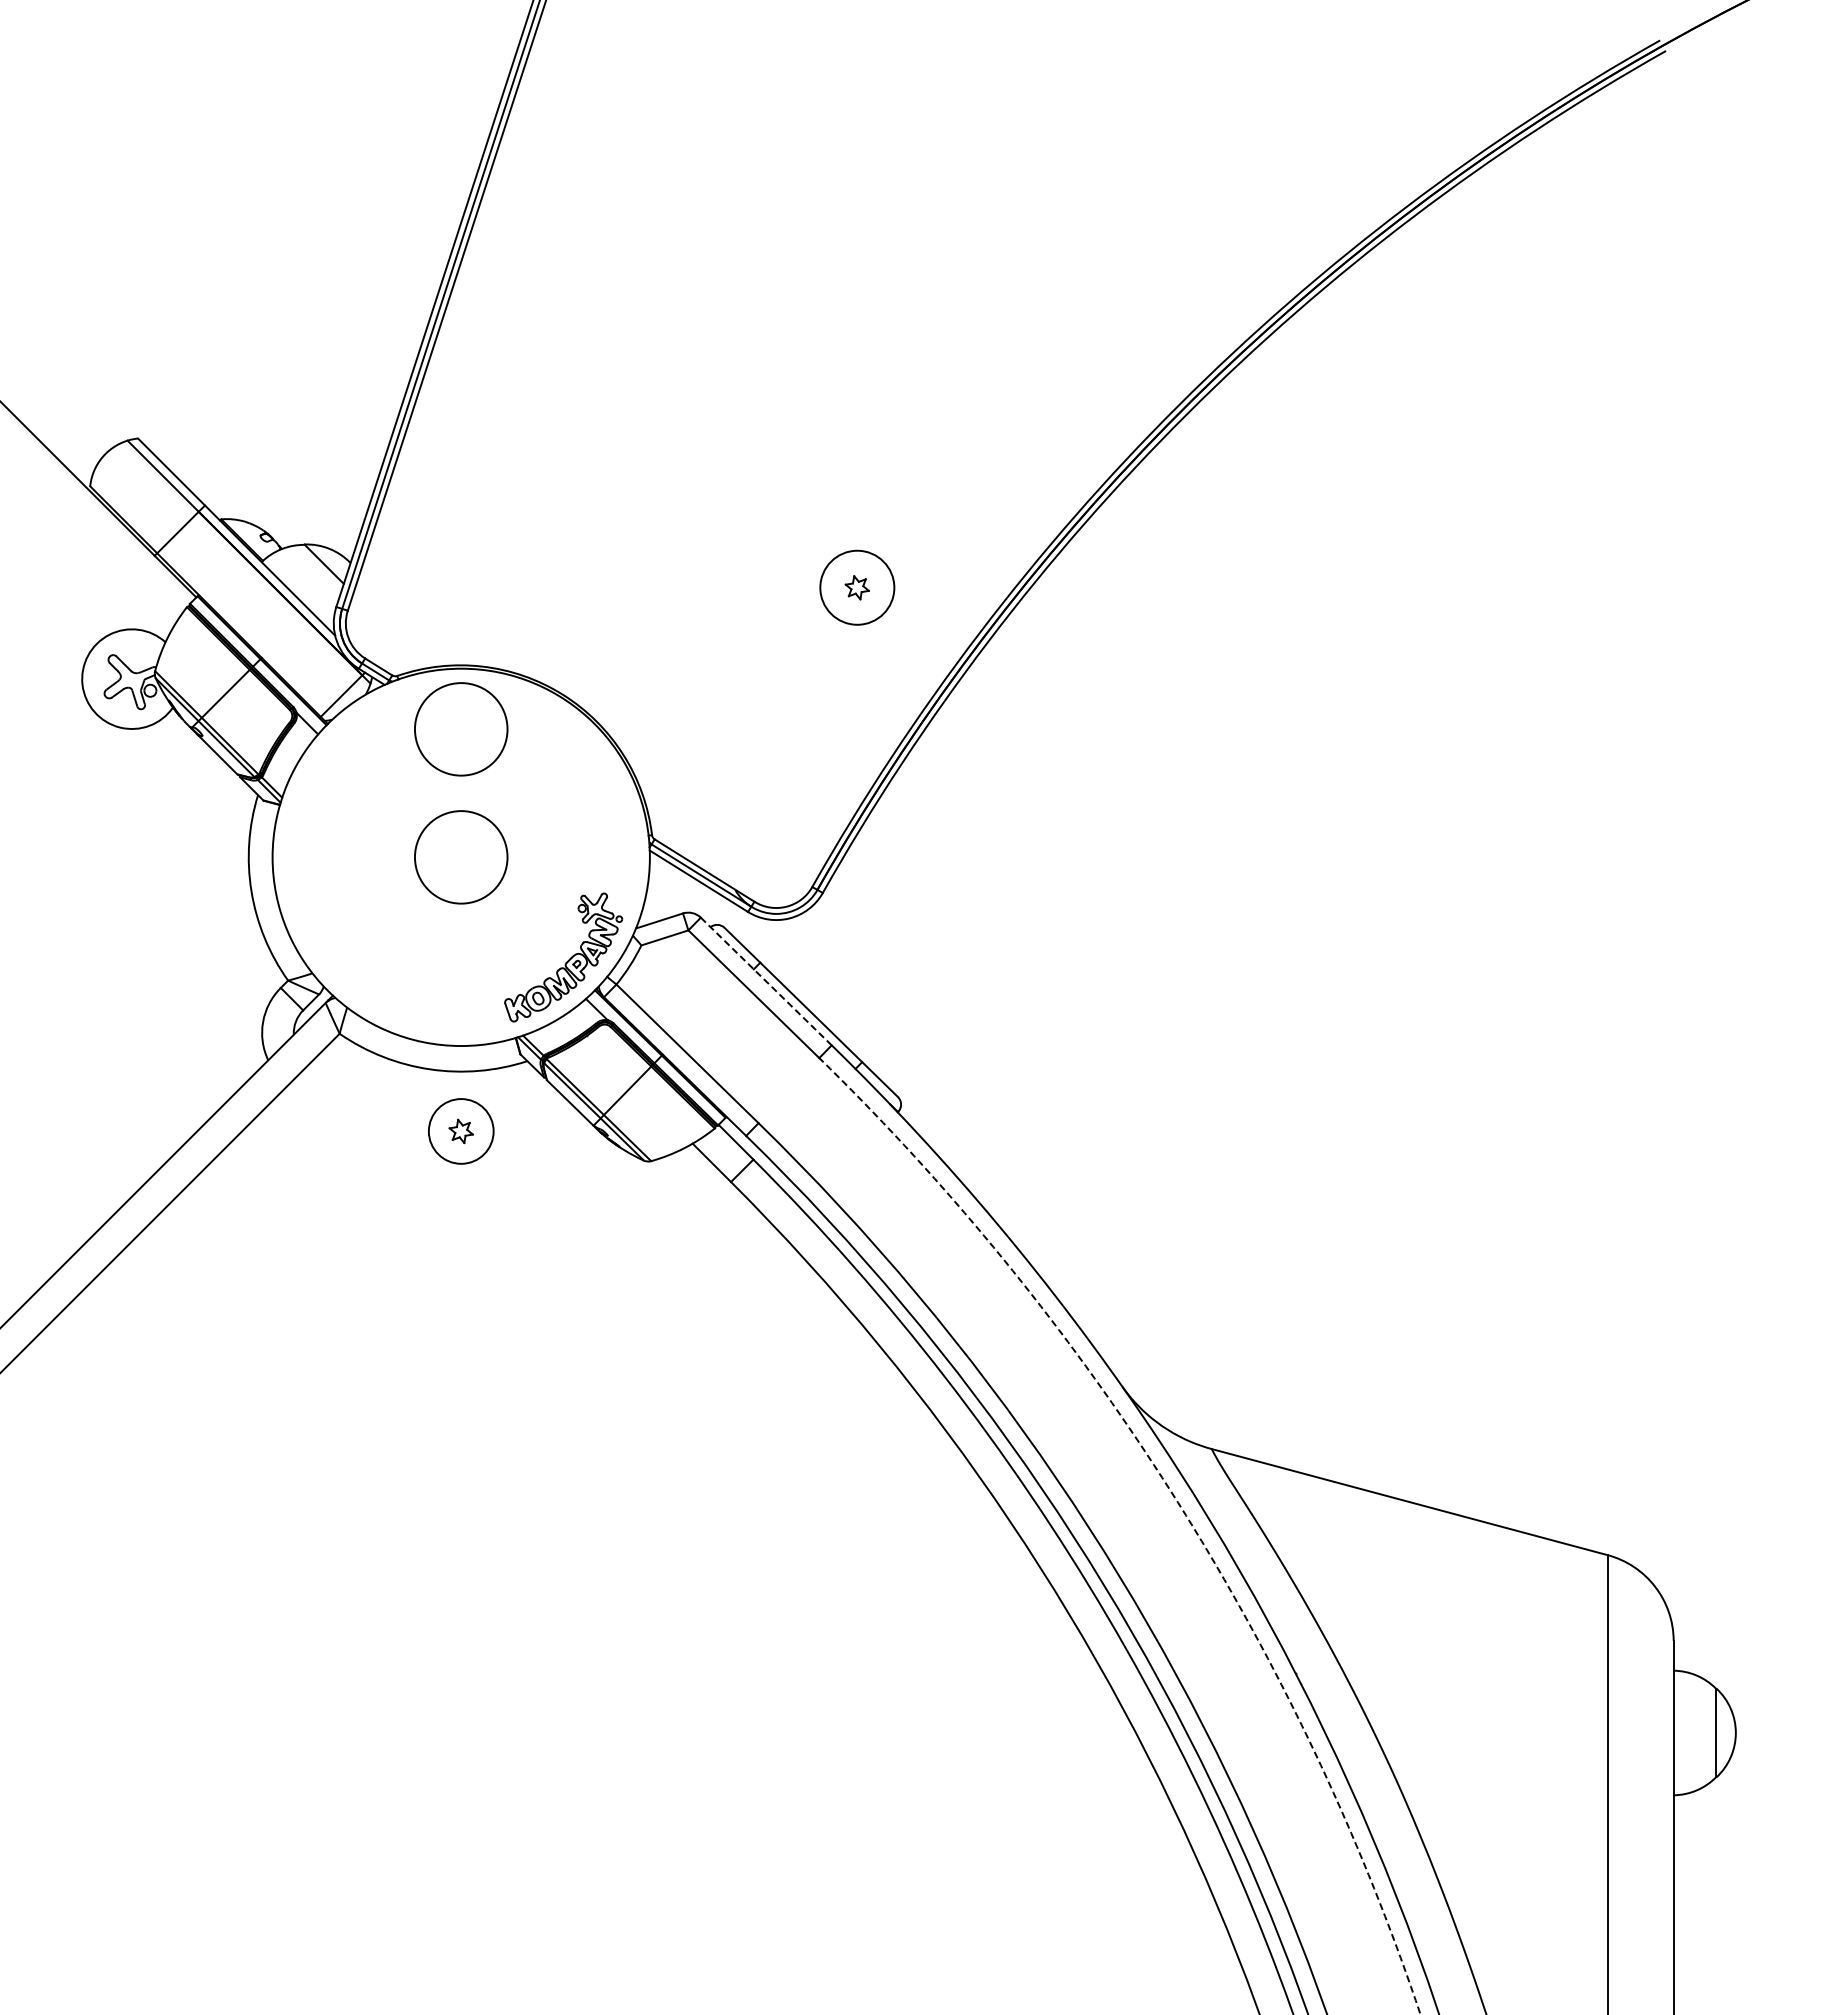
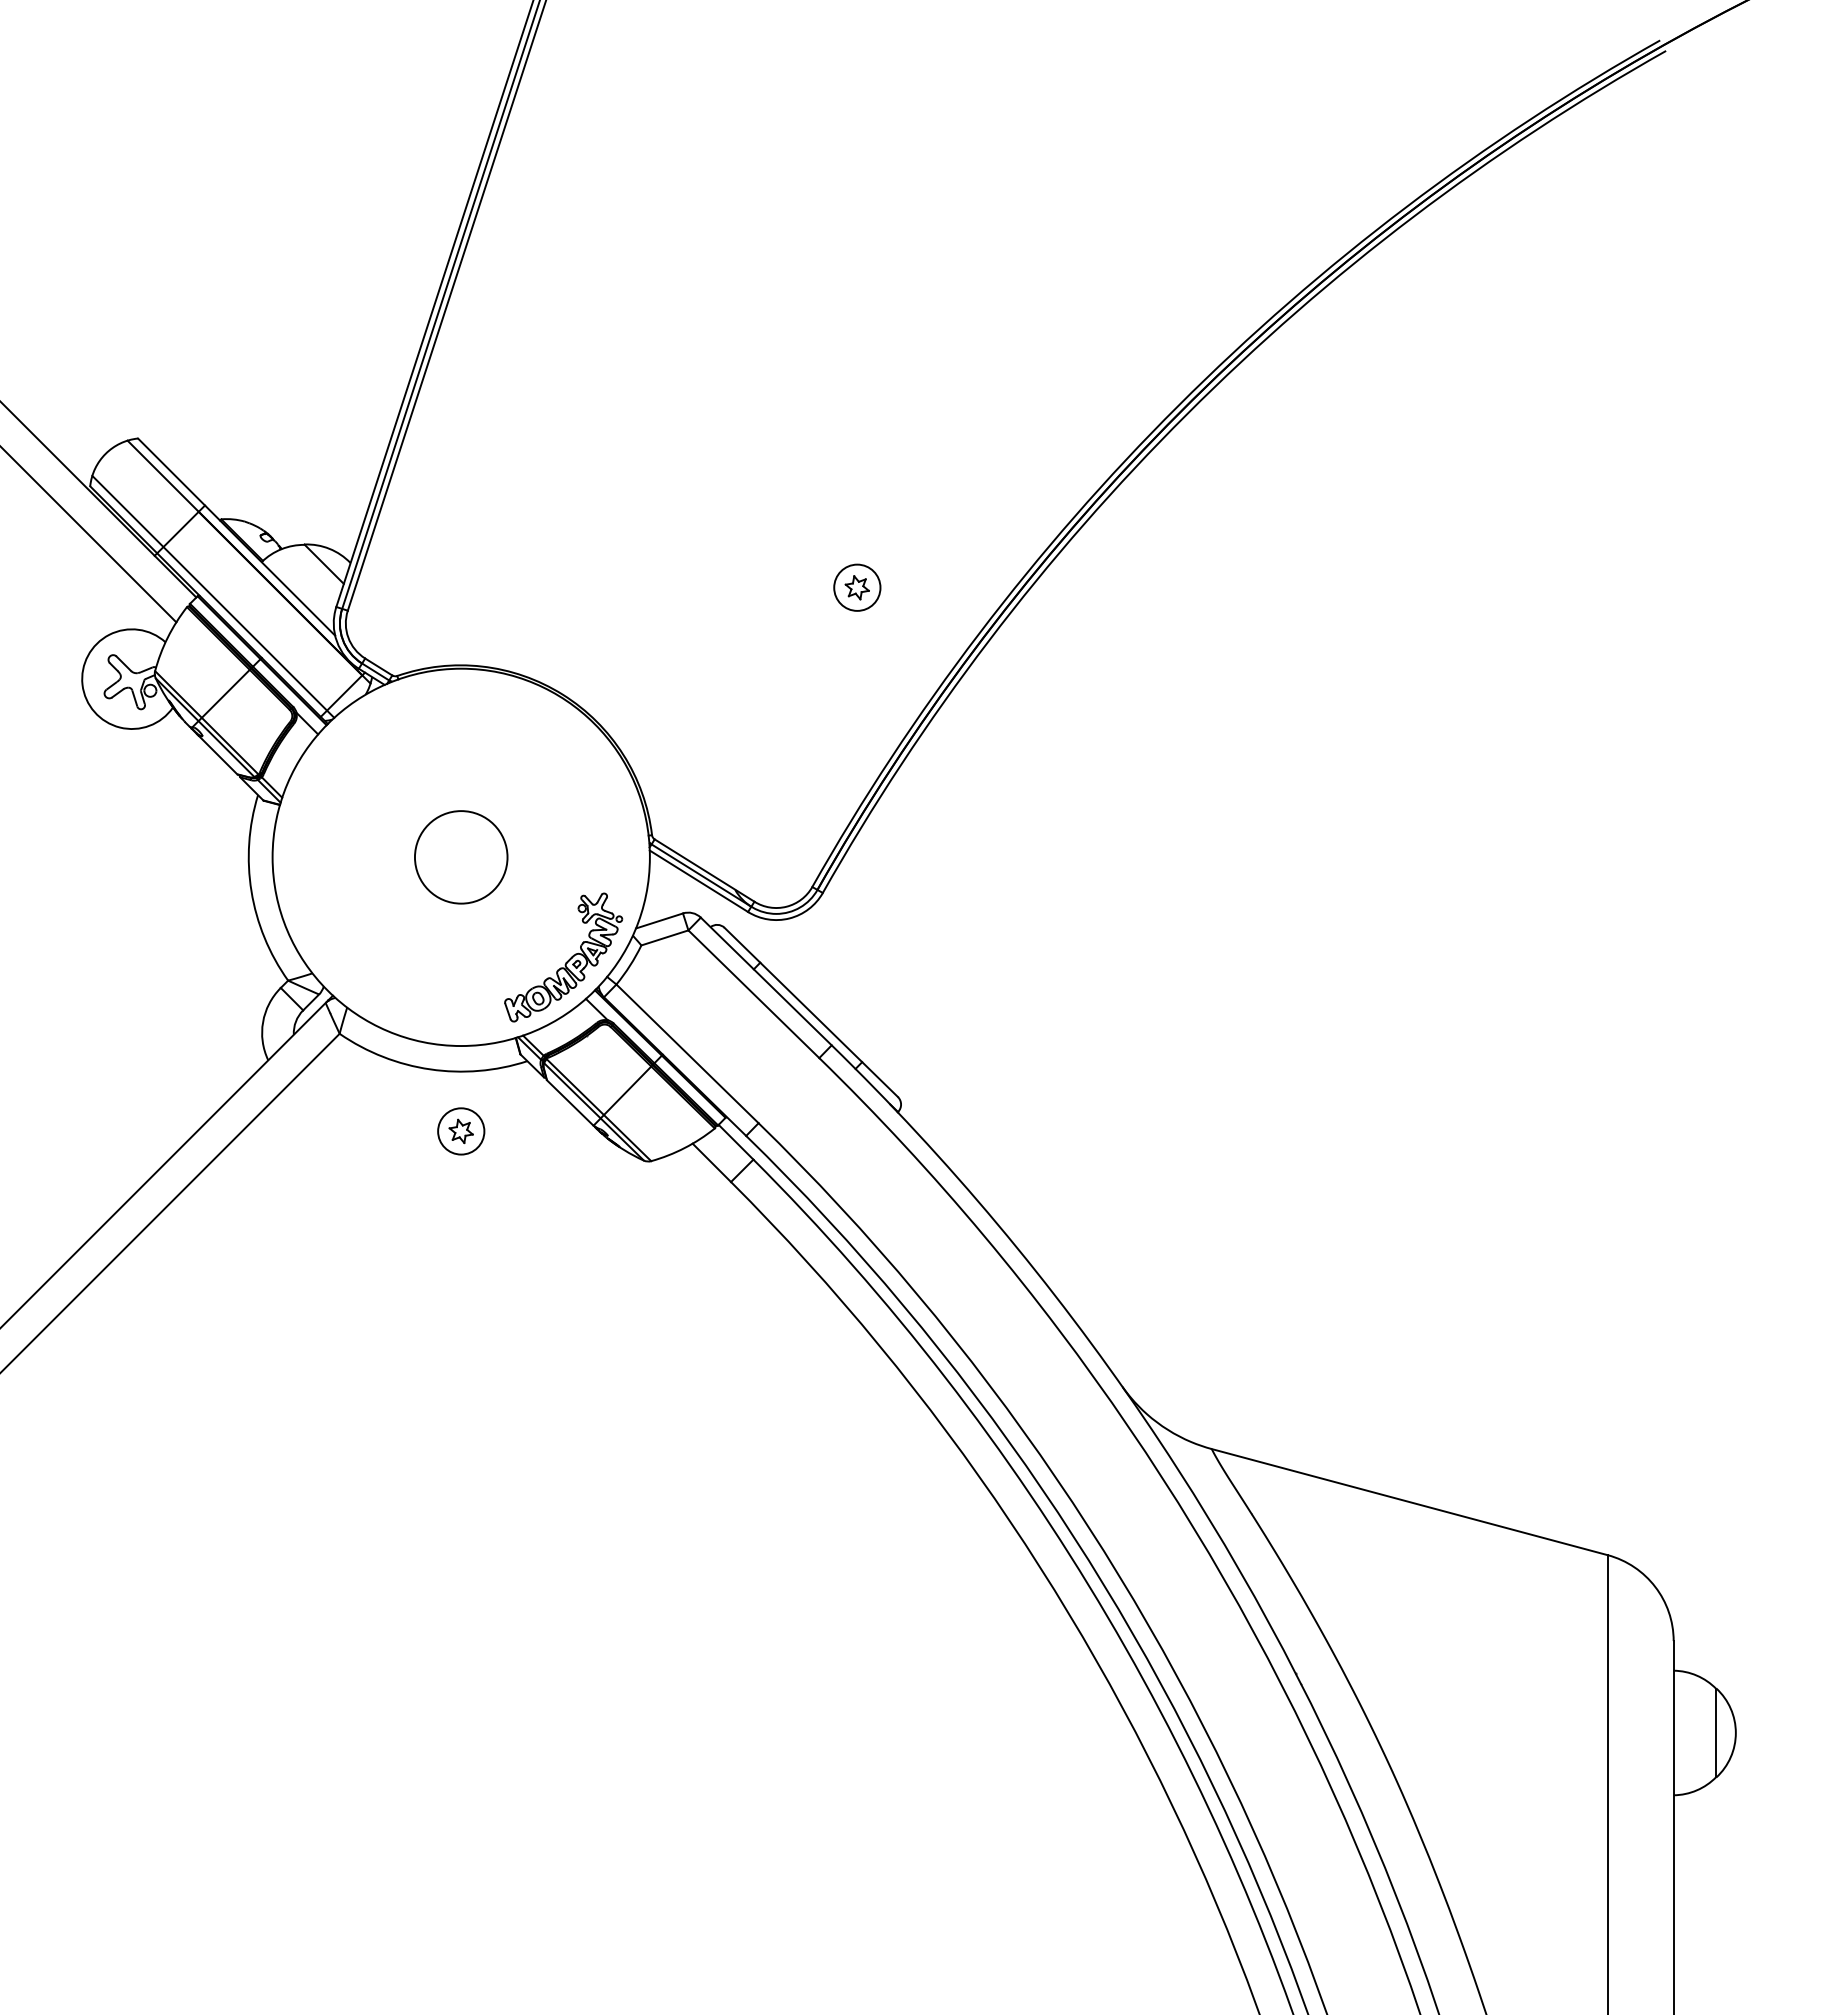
line at (89, 535): none -> present
circle at (857, 587) diameter: 74 px -> 46 px
line at (213, 596): none -> present
circle at (461, 729): present -> none
line at (766, 981): dashed -> solid
circle at (460, 1131) diameter: 65 px -> 46 px
arc at (1174, 1496): dashed -> solid
